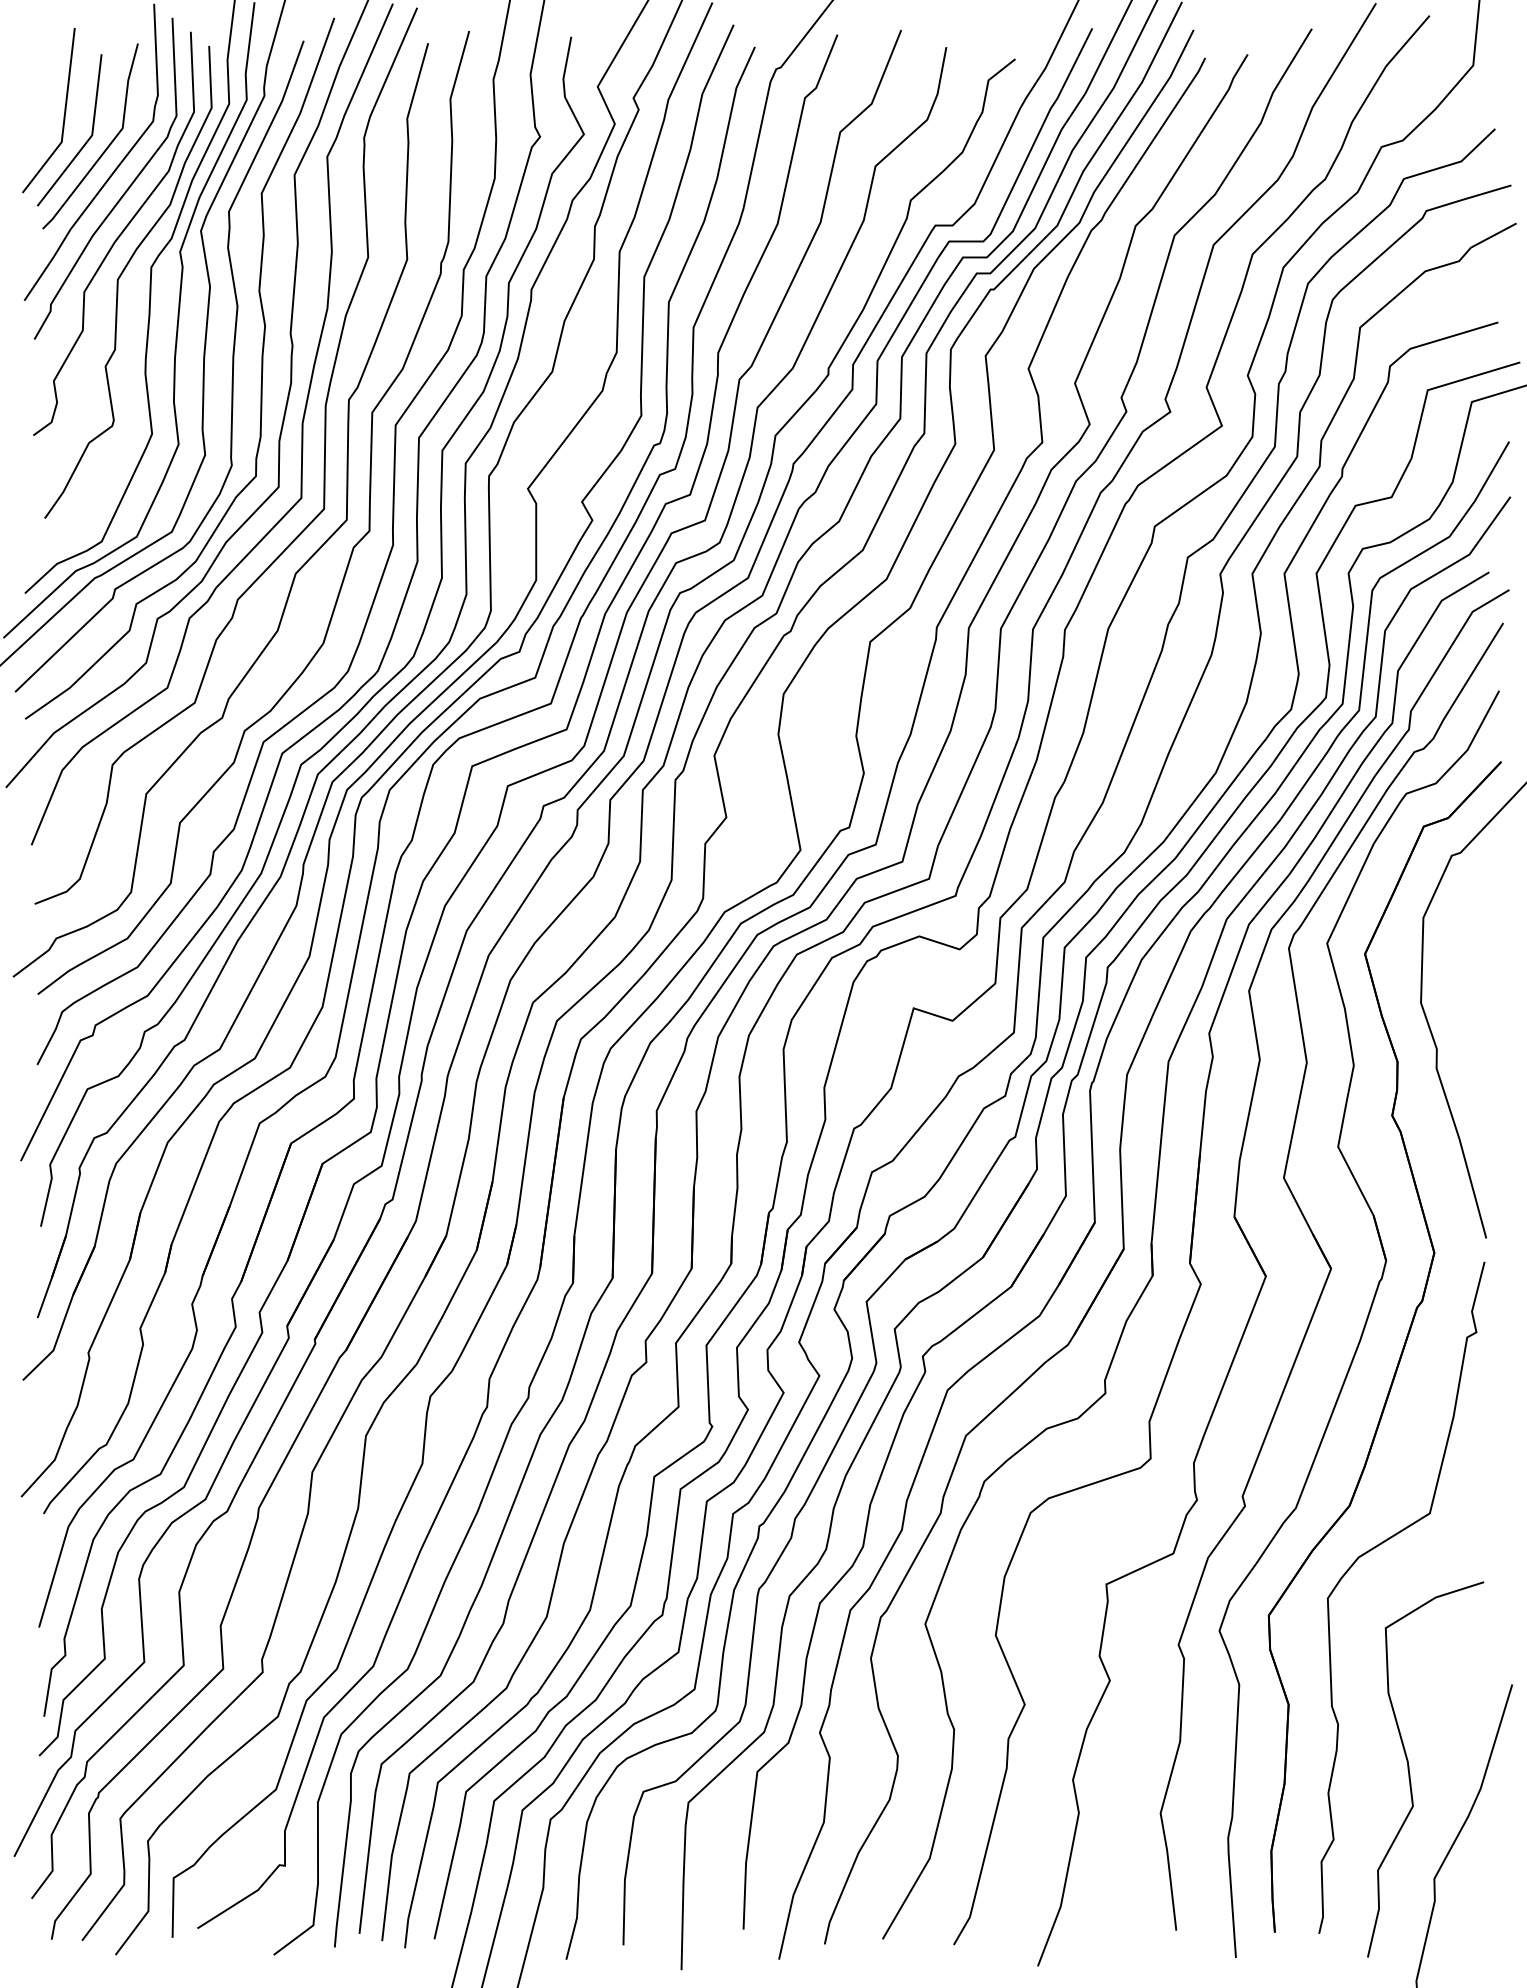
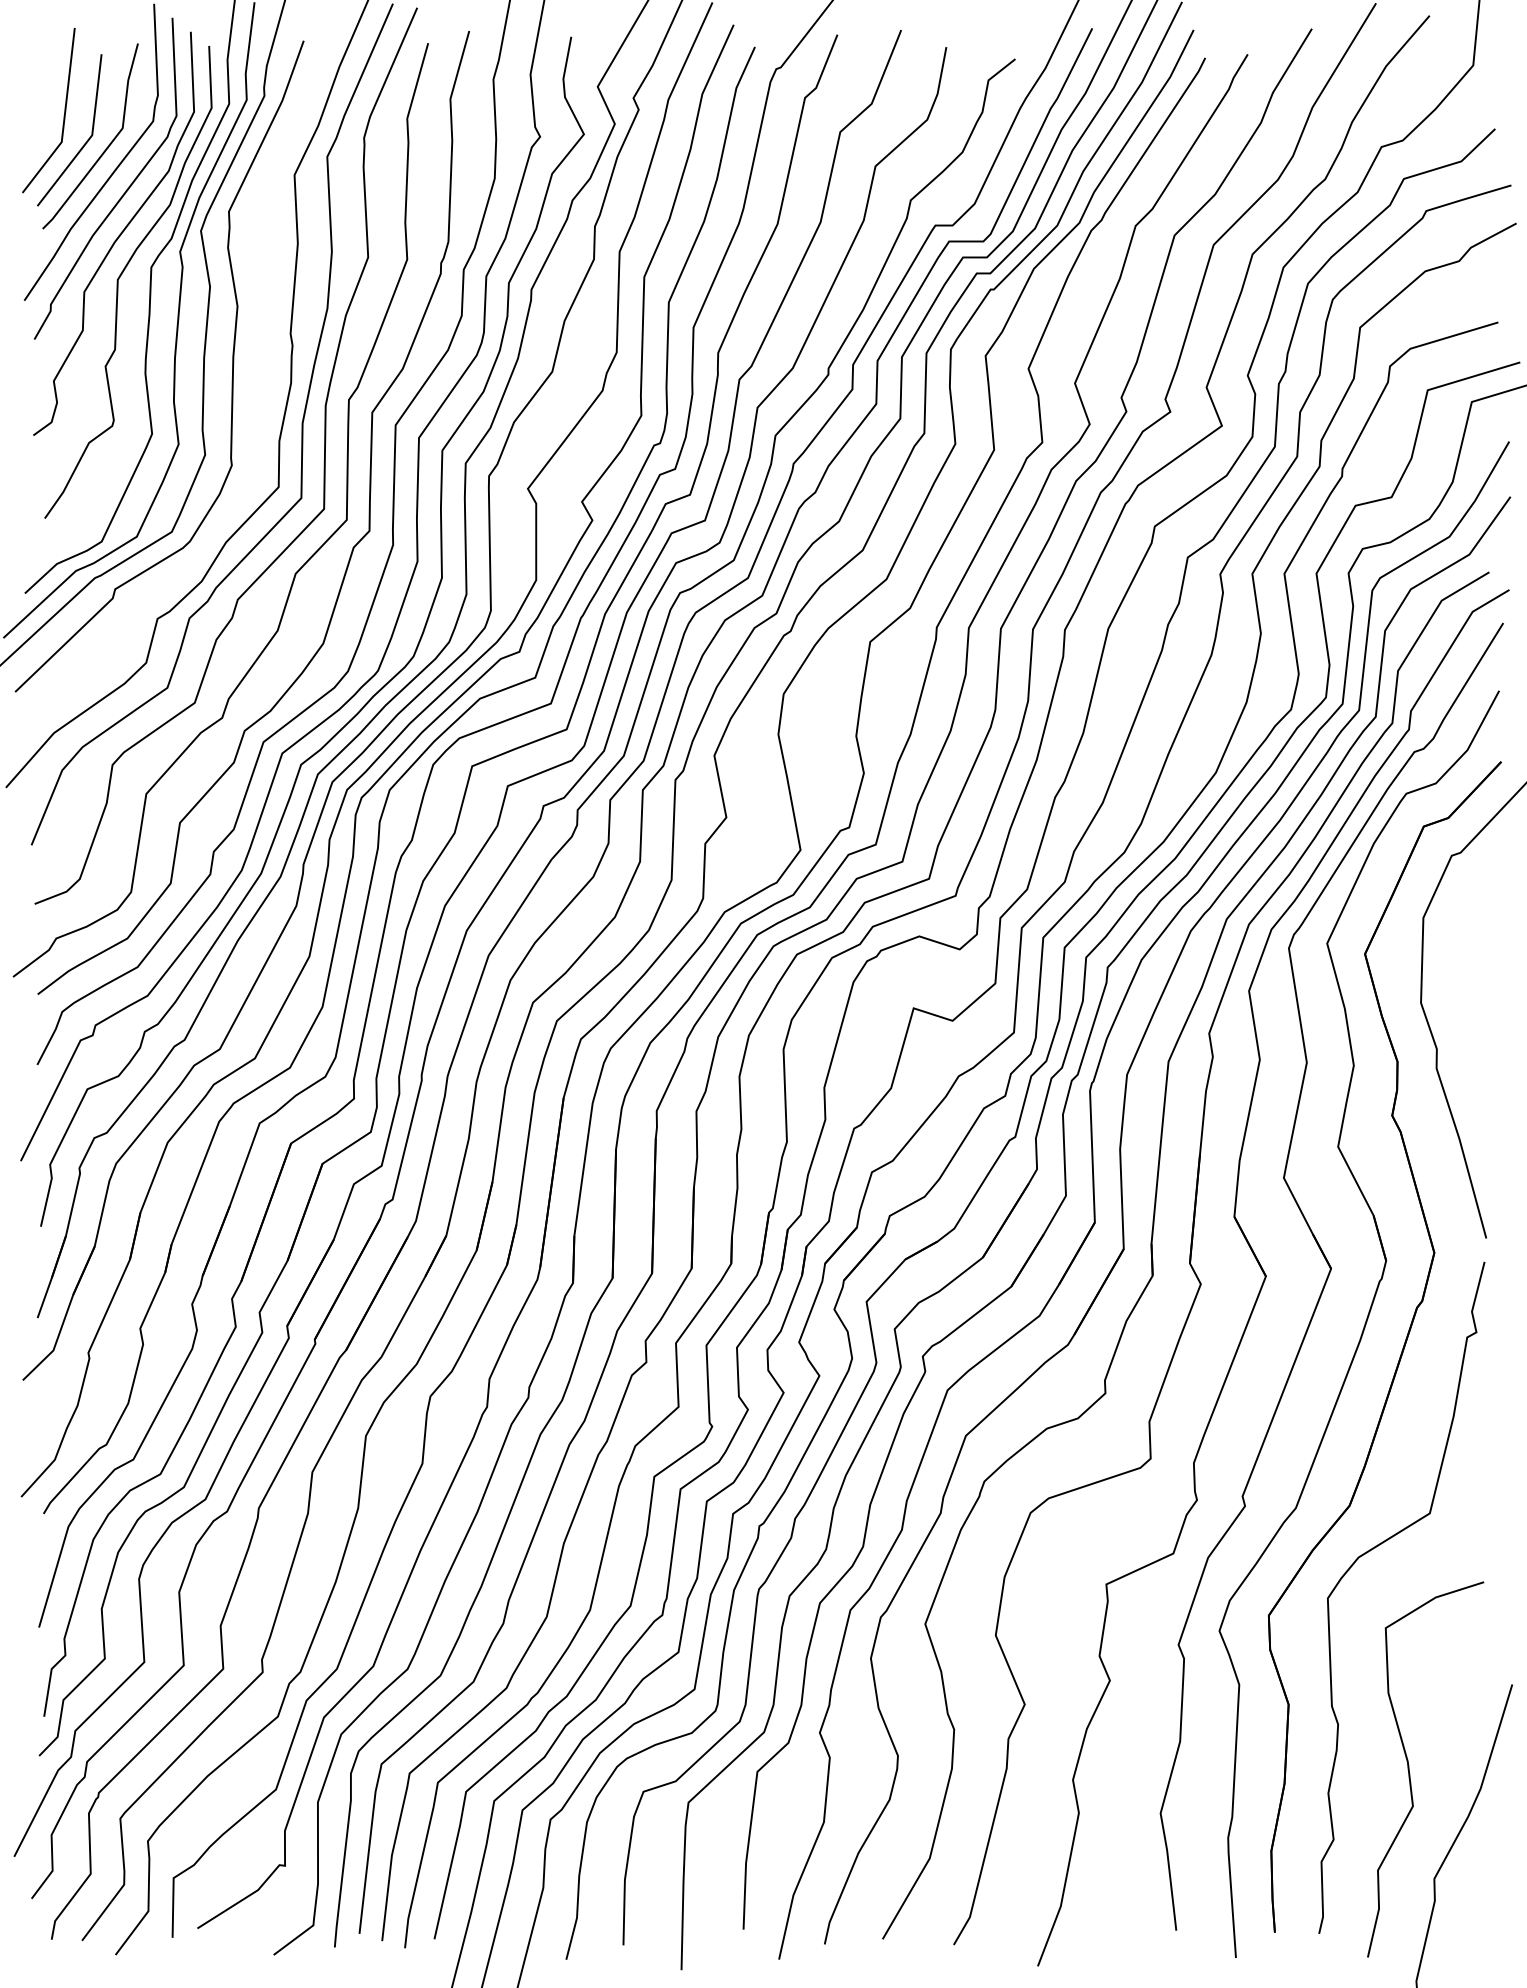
curve at (261, 368): present -> none
